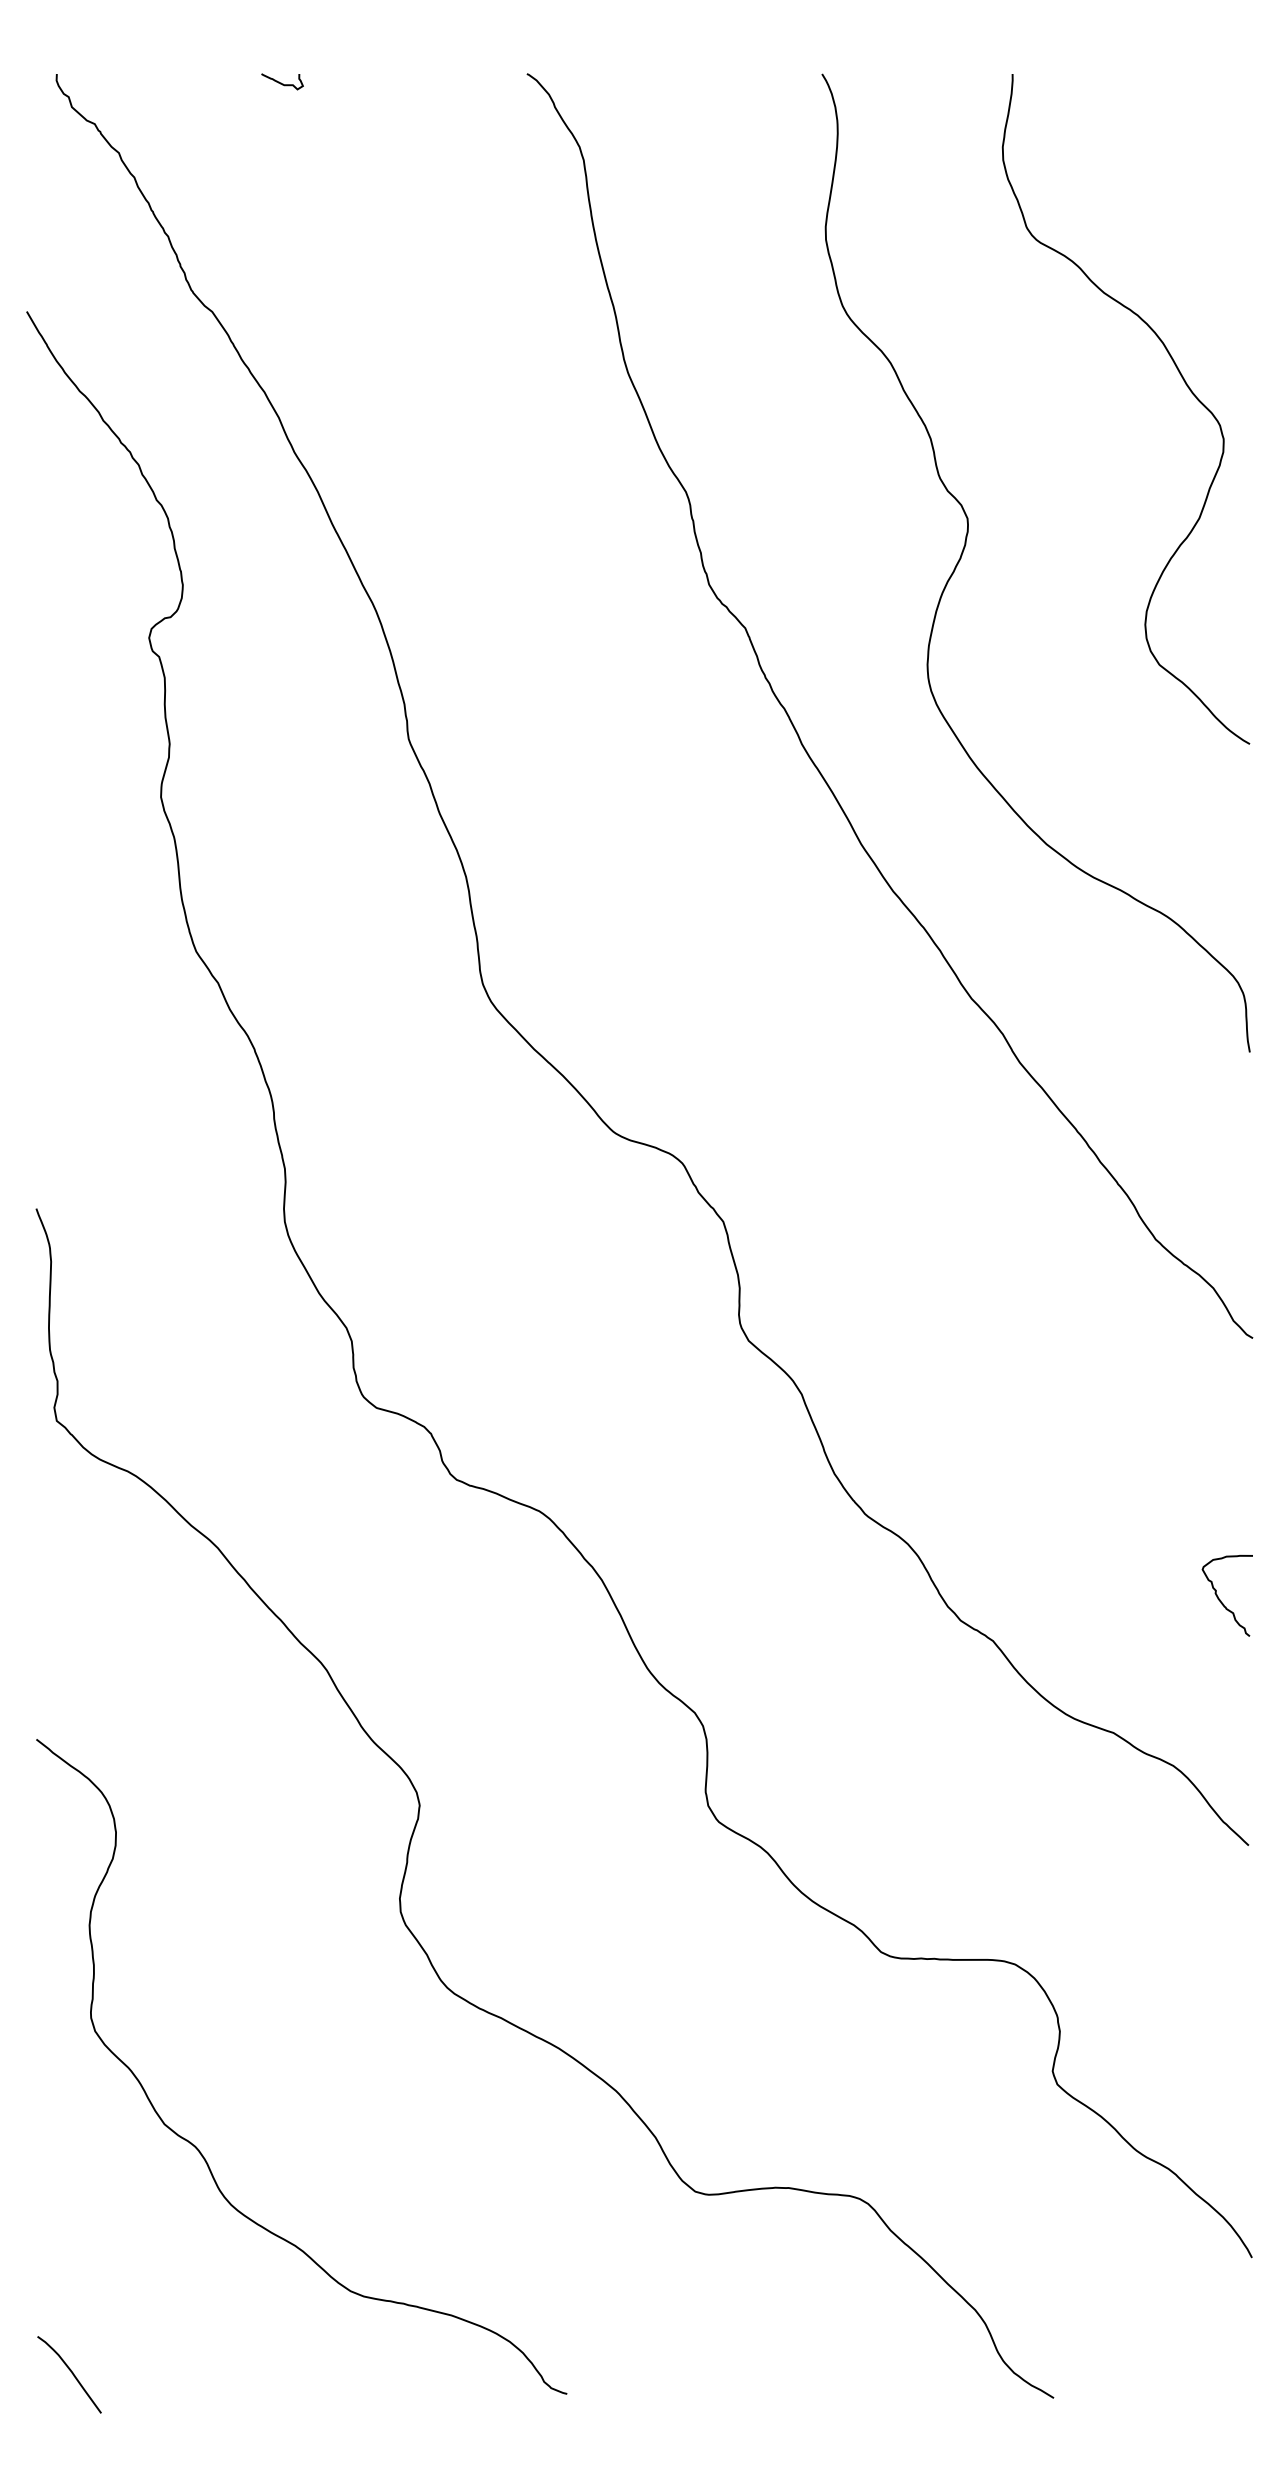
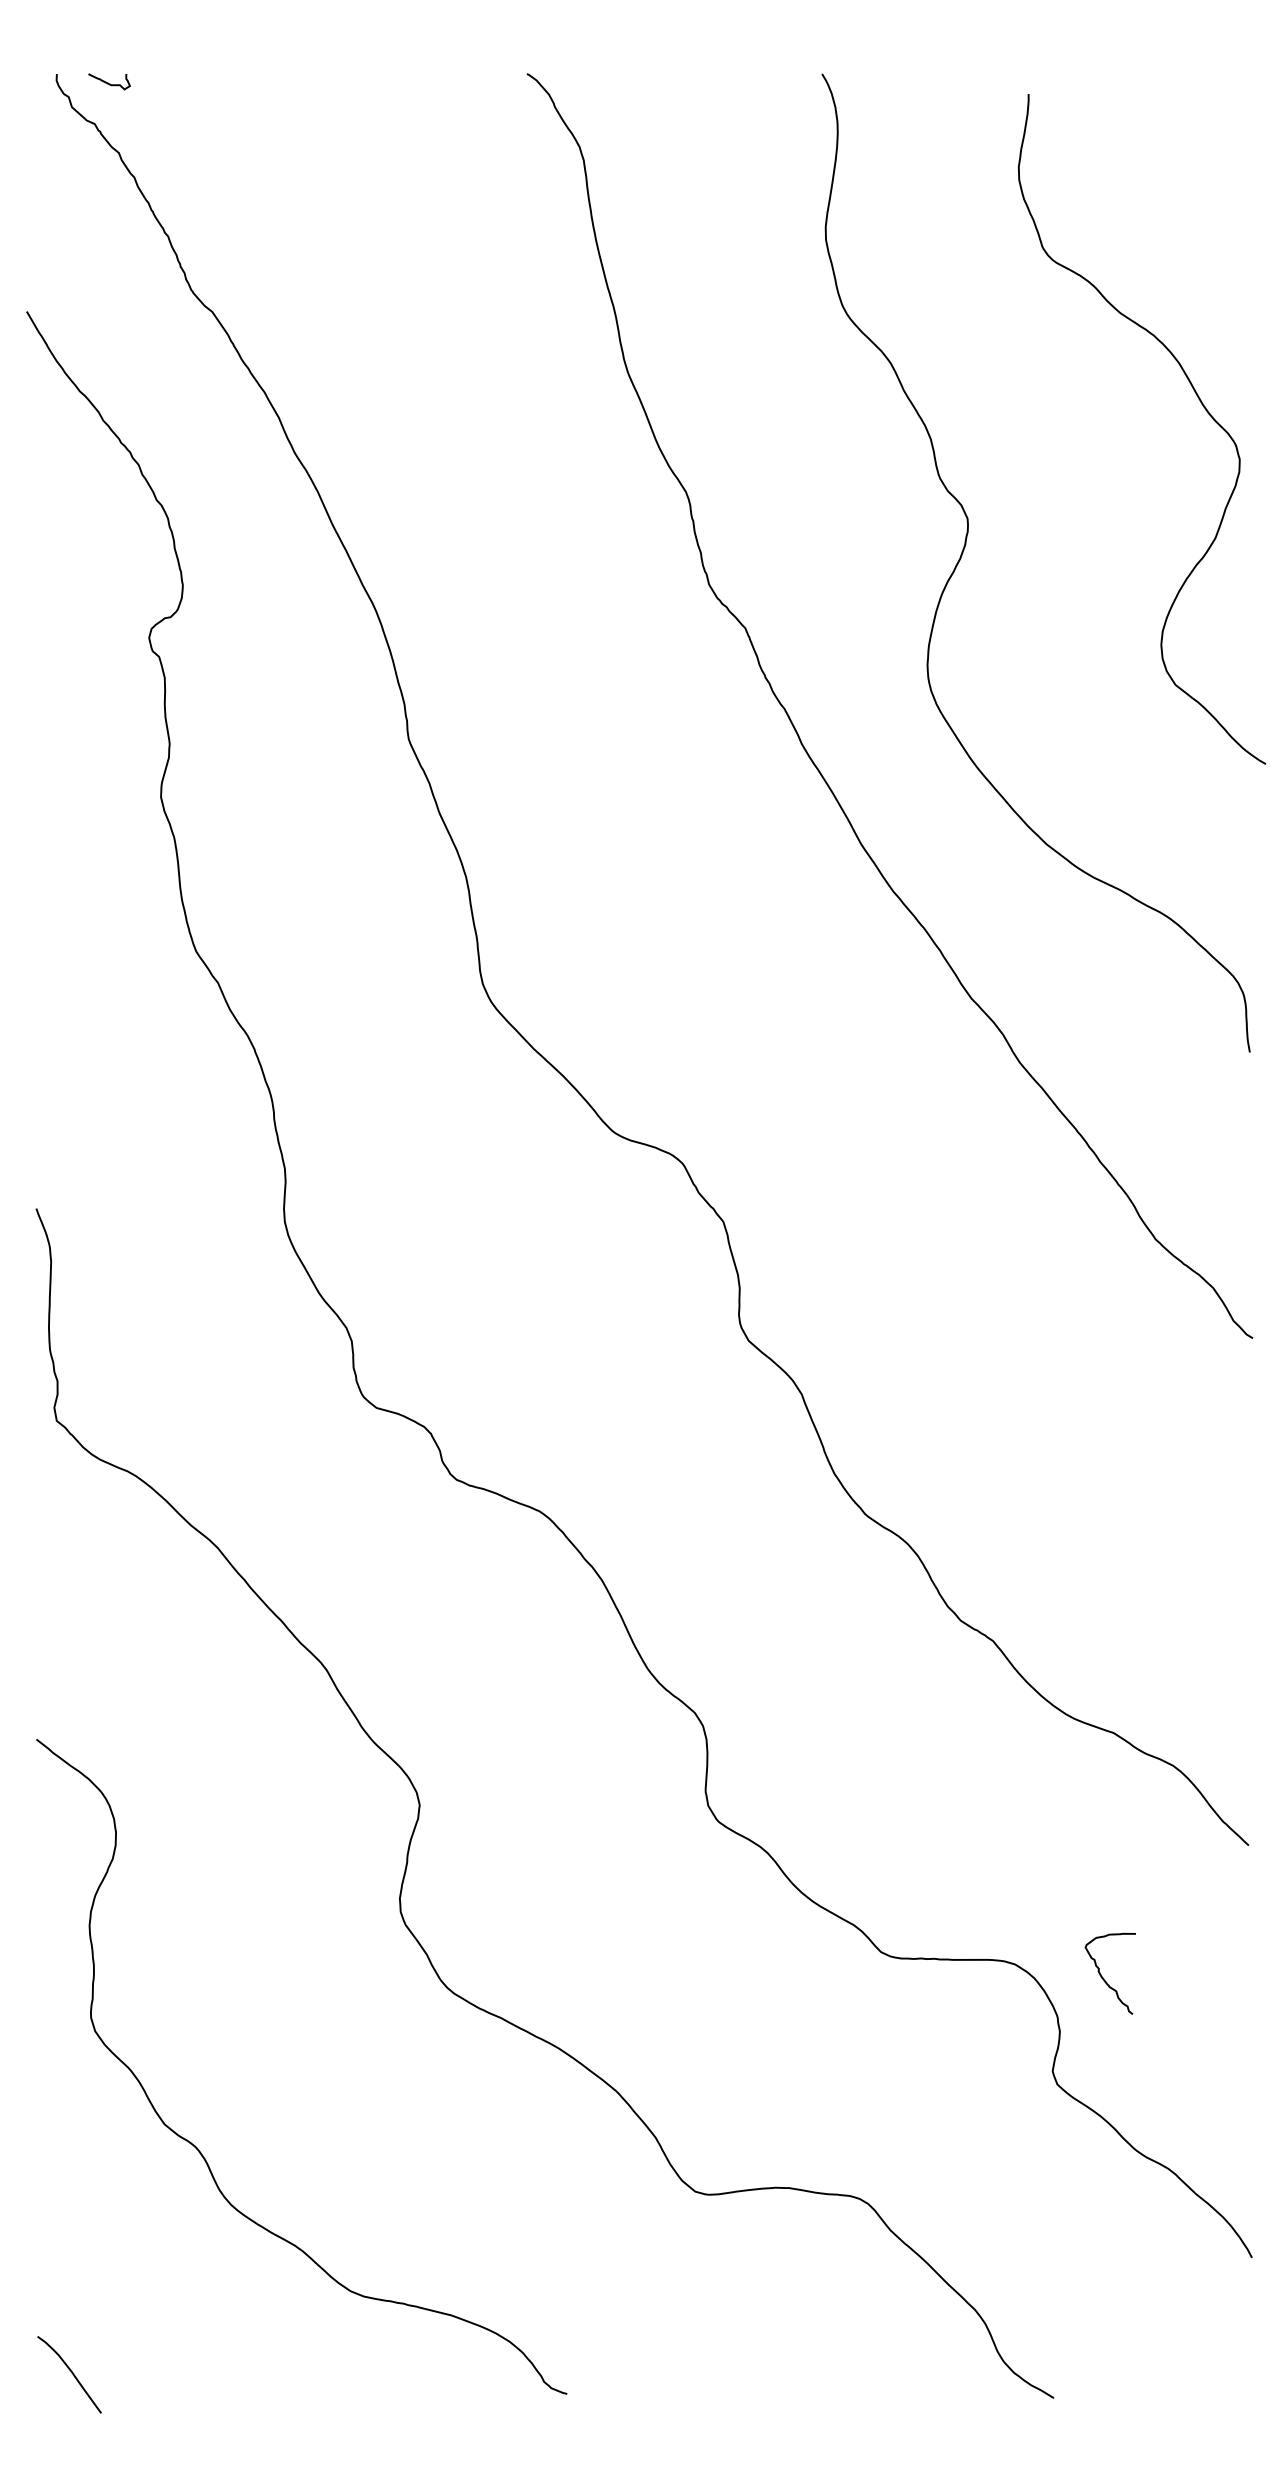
curve at (281, 82) position: (281, 82) -> (108, 82)
curve at (1183, 381) position: (1183, 381) -> (1199, 401)
curve at (1221, 1600) position: (1221, 1600) -> (1104, 1978)
